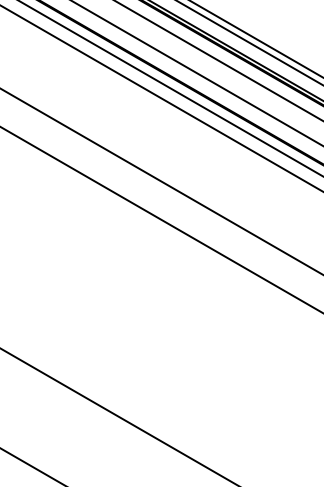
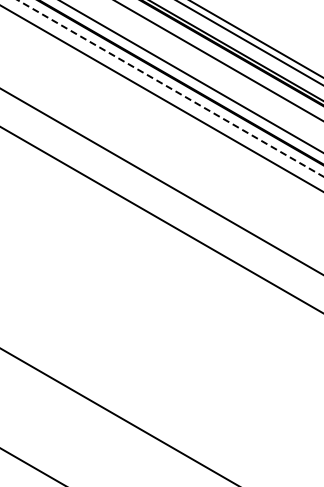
line at (196, 73) position: (196, 73) -> (191, 76)
line at (170, 88): solid -> dashed
